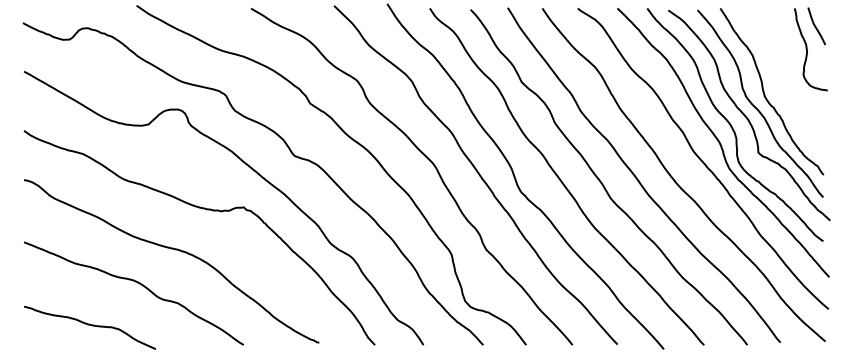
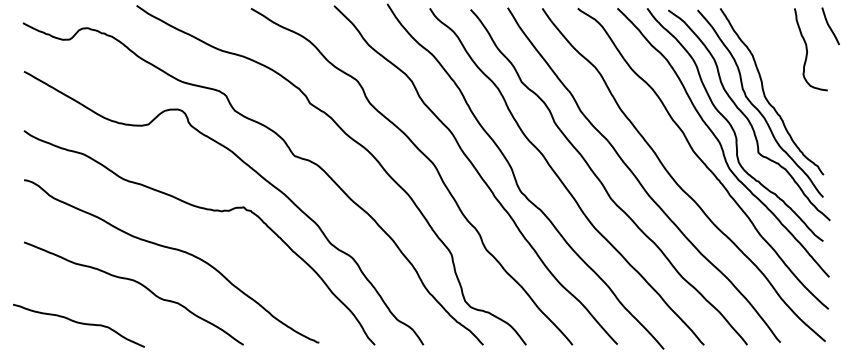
curve at (816, 26) position: (816, 26) -> (830, 26)
curve at (89, 325) position: (89, 325) -> (78, 323)
